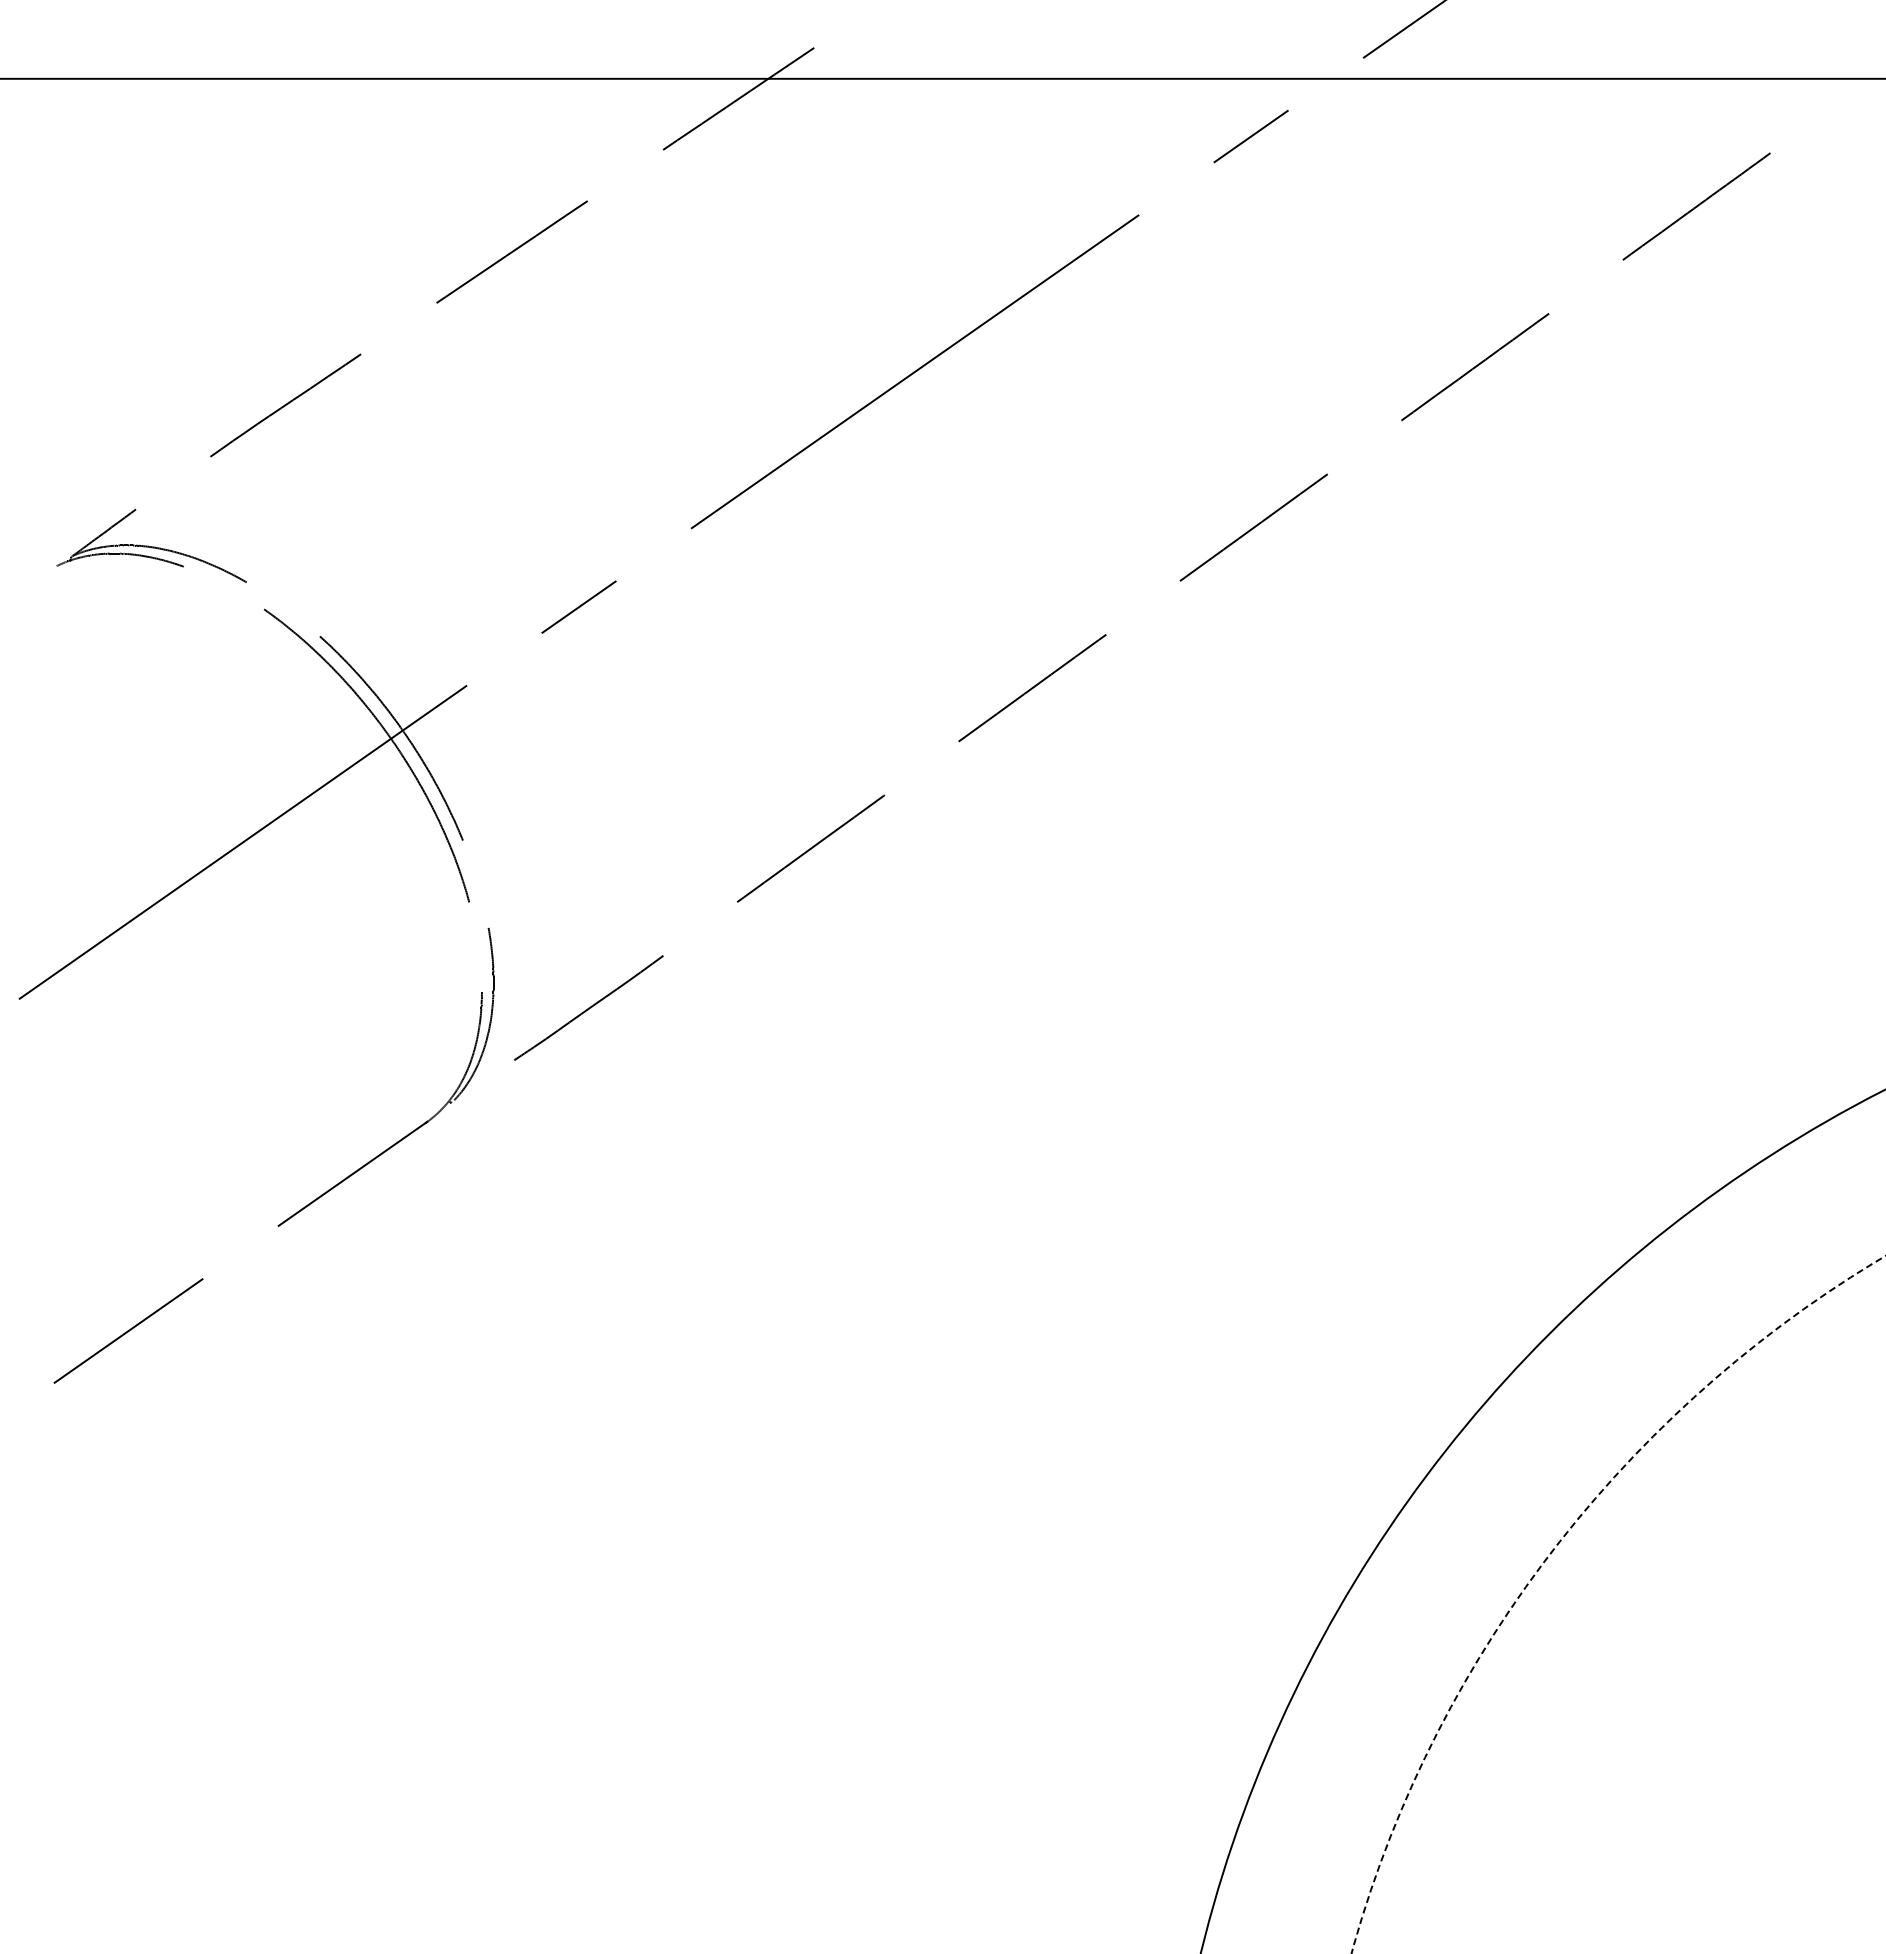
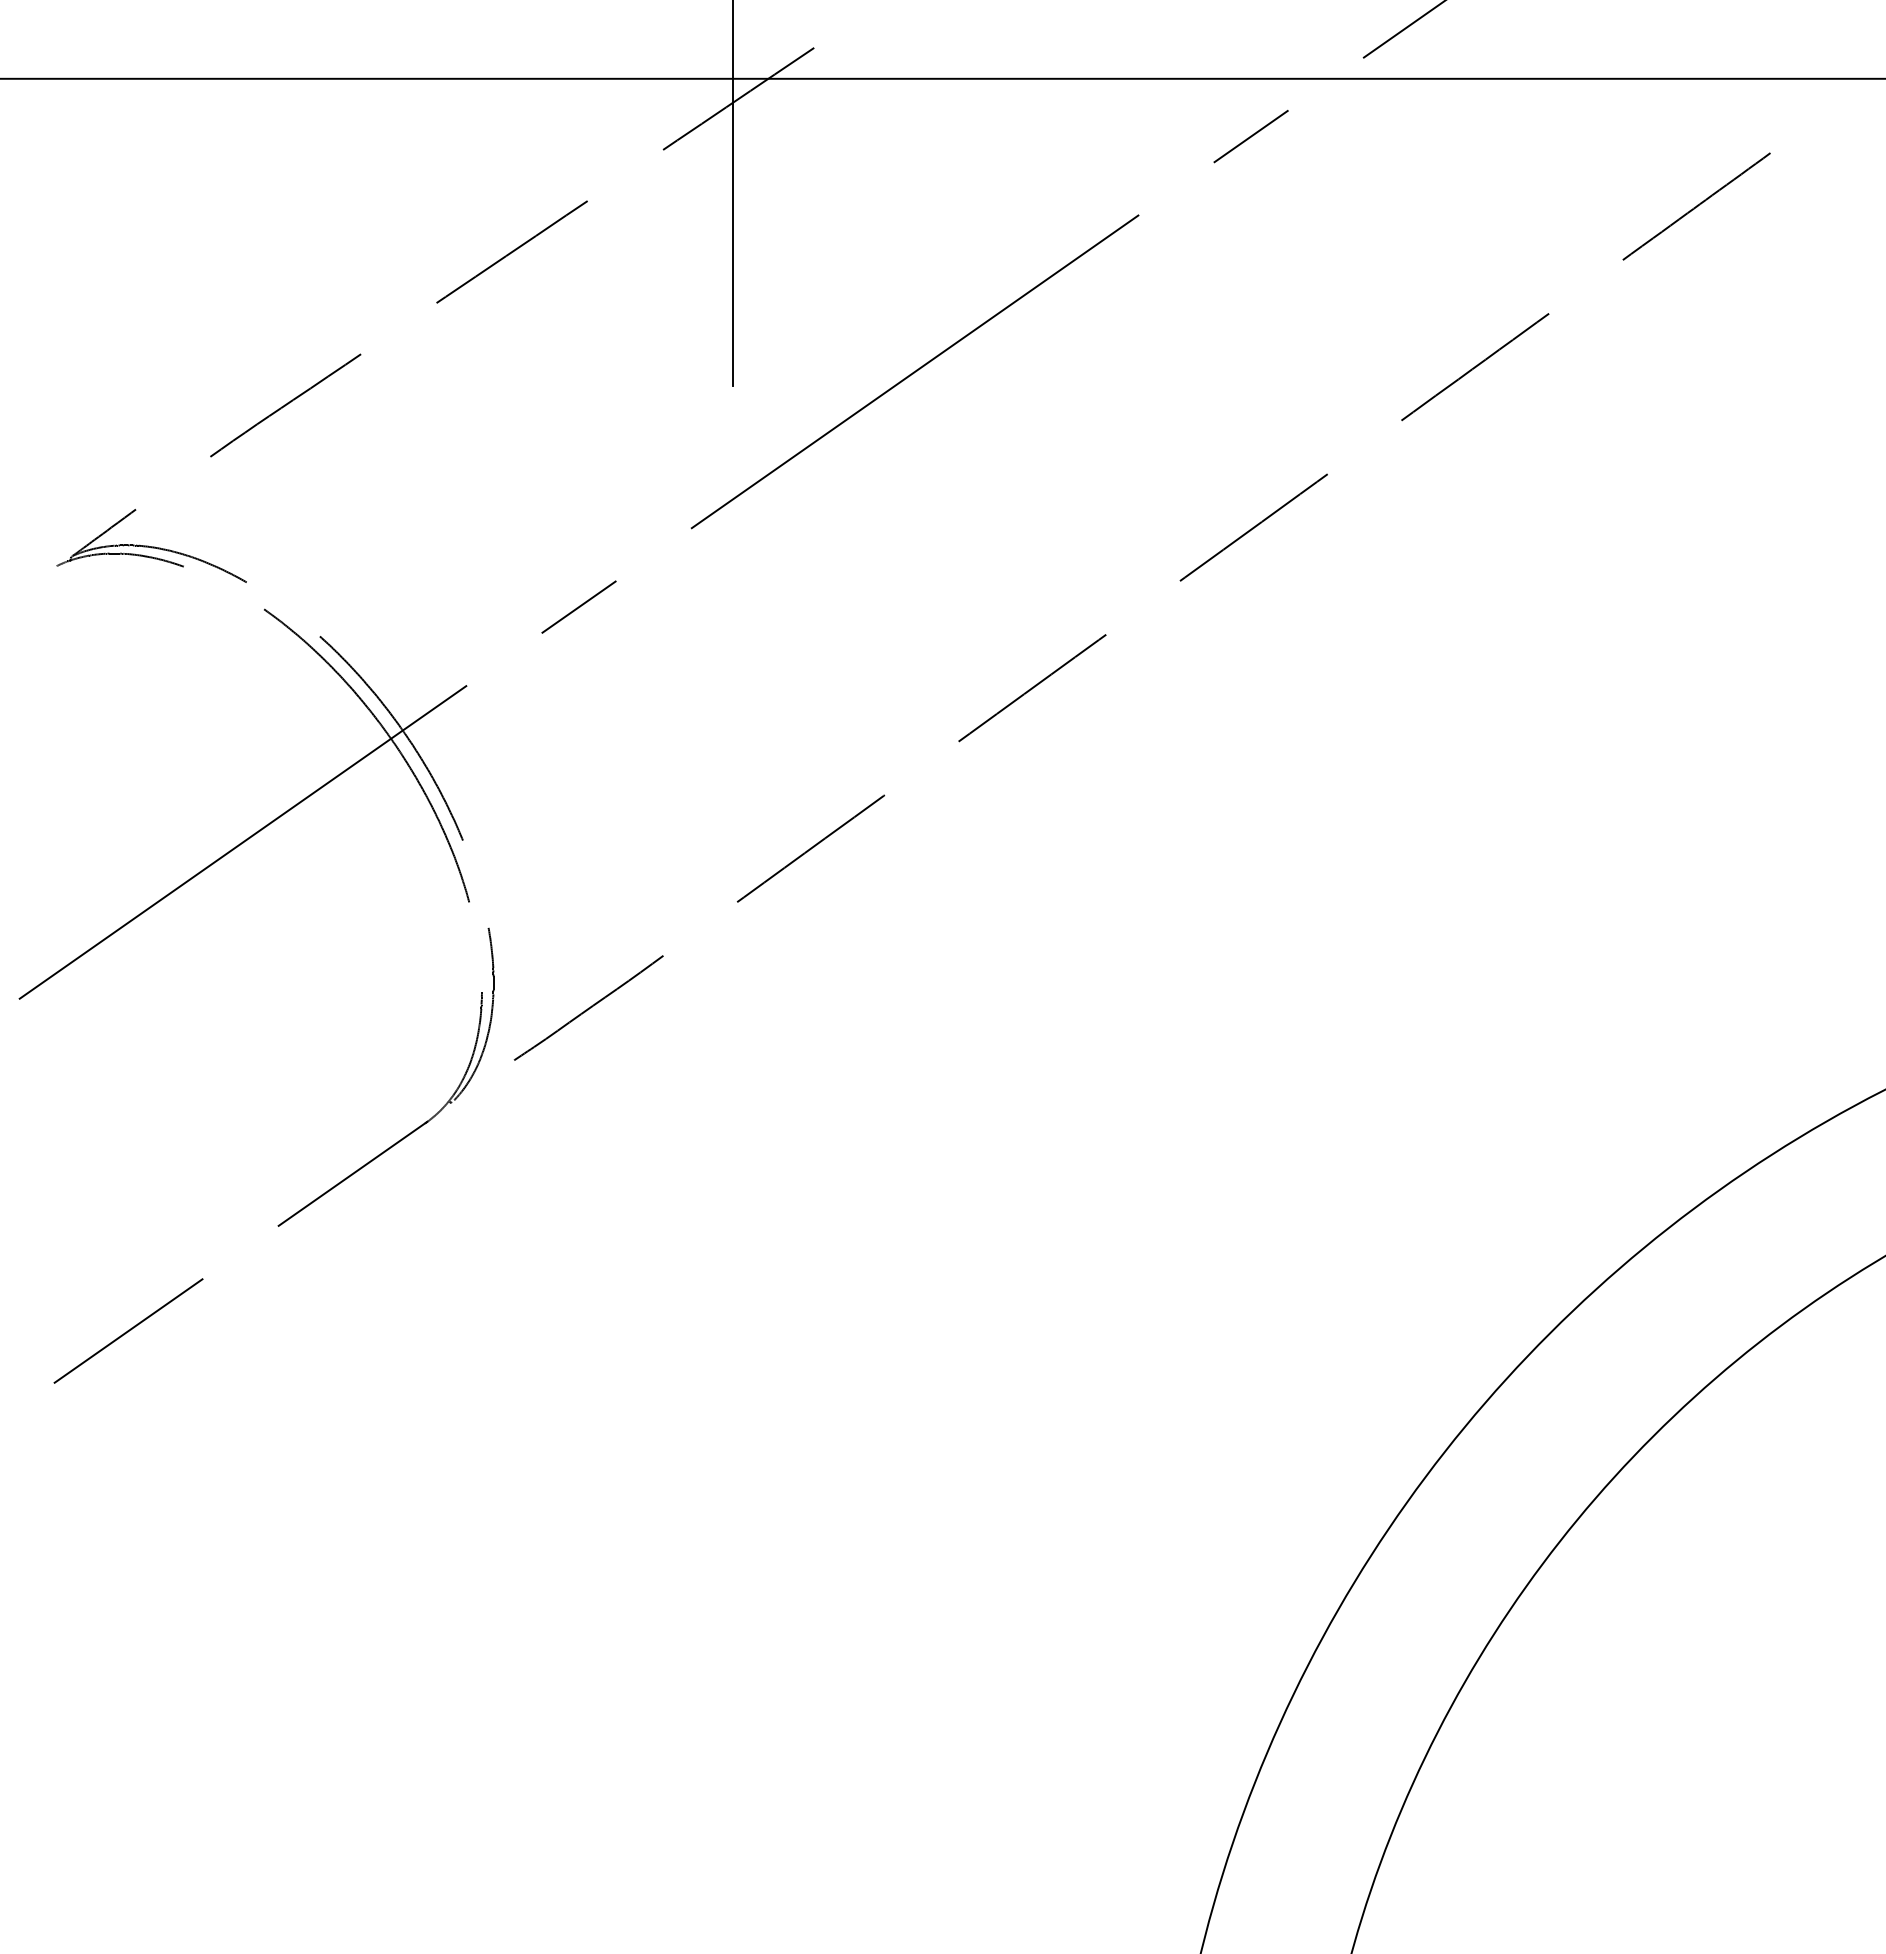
line at (733, 194): none -> present
circle at (1618, 1604): dashed -> solid
